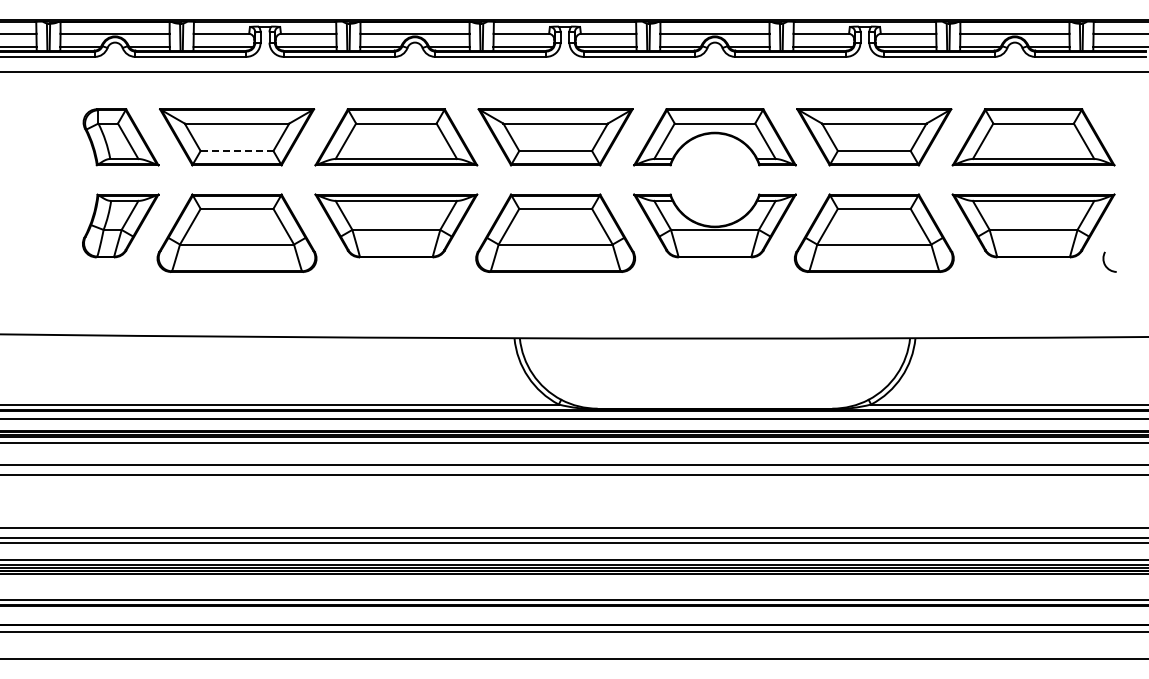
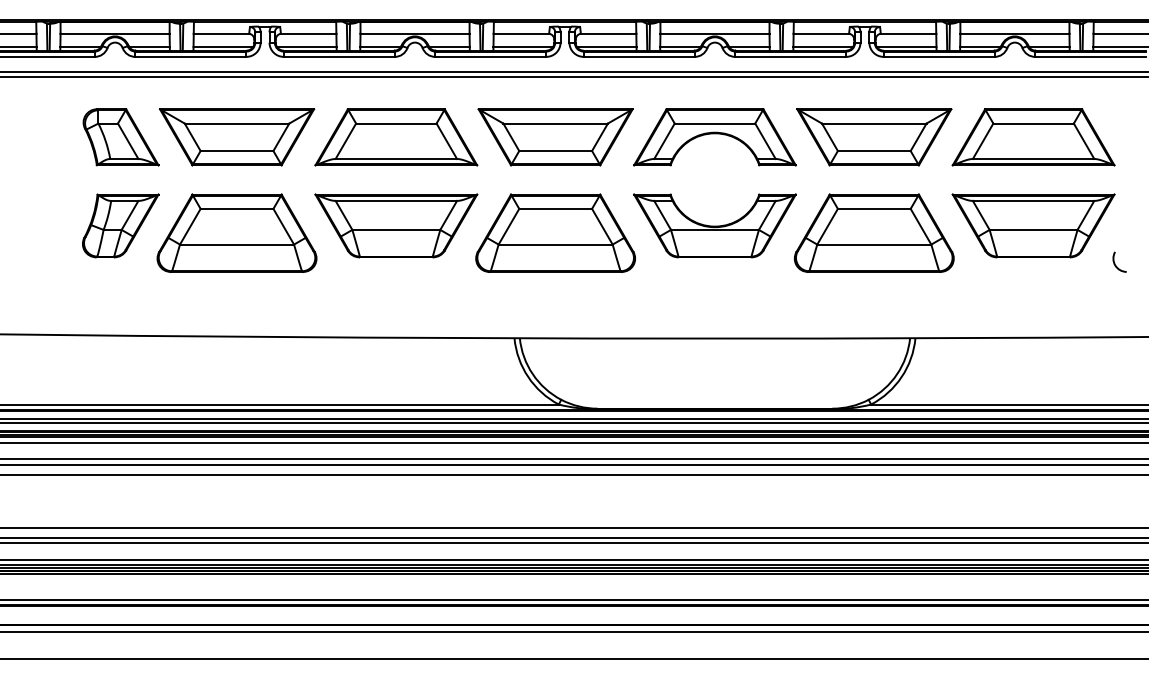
line at (573, 77): none -> present
line at (237, 151): dashed -> solid
arc at (1105, 263) position: (1105, 263) -> (1115, 263)
line at (573, 423): none -> present
line at (573, 459): none -> present
